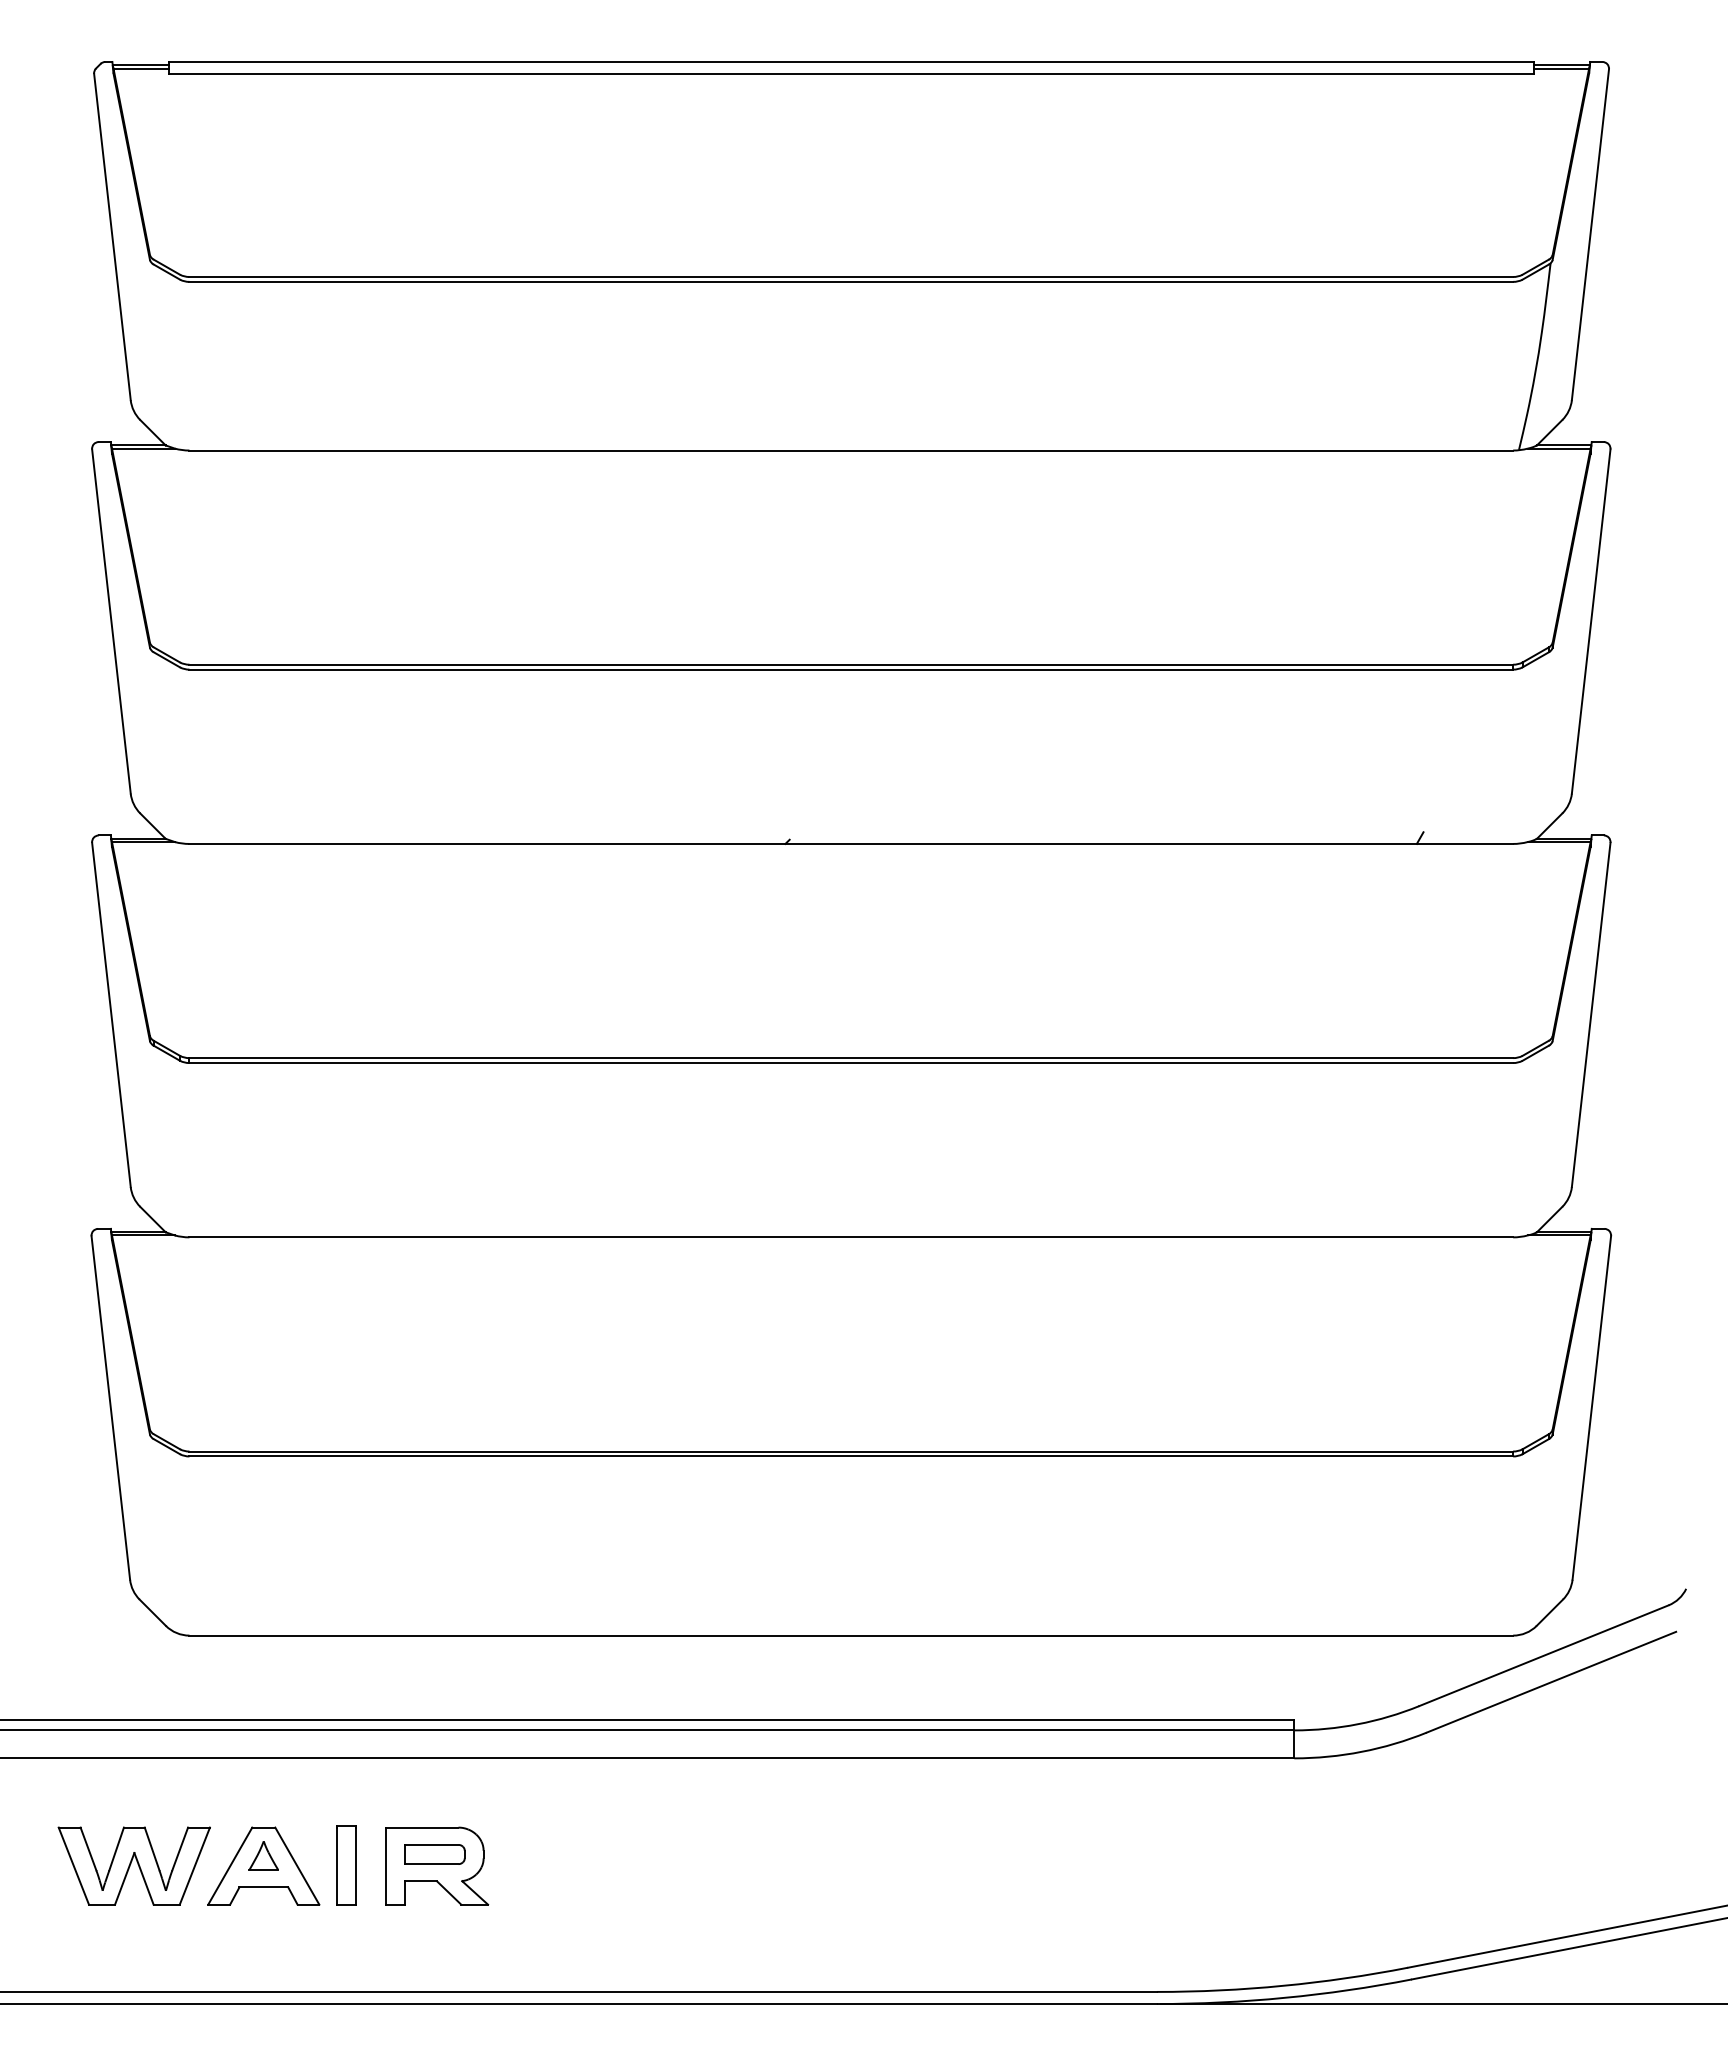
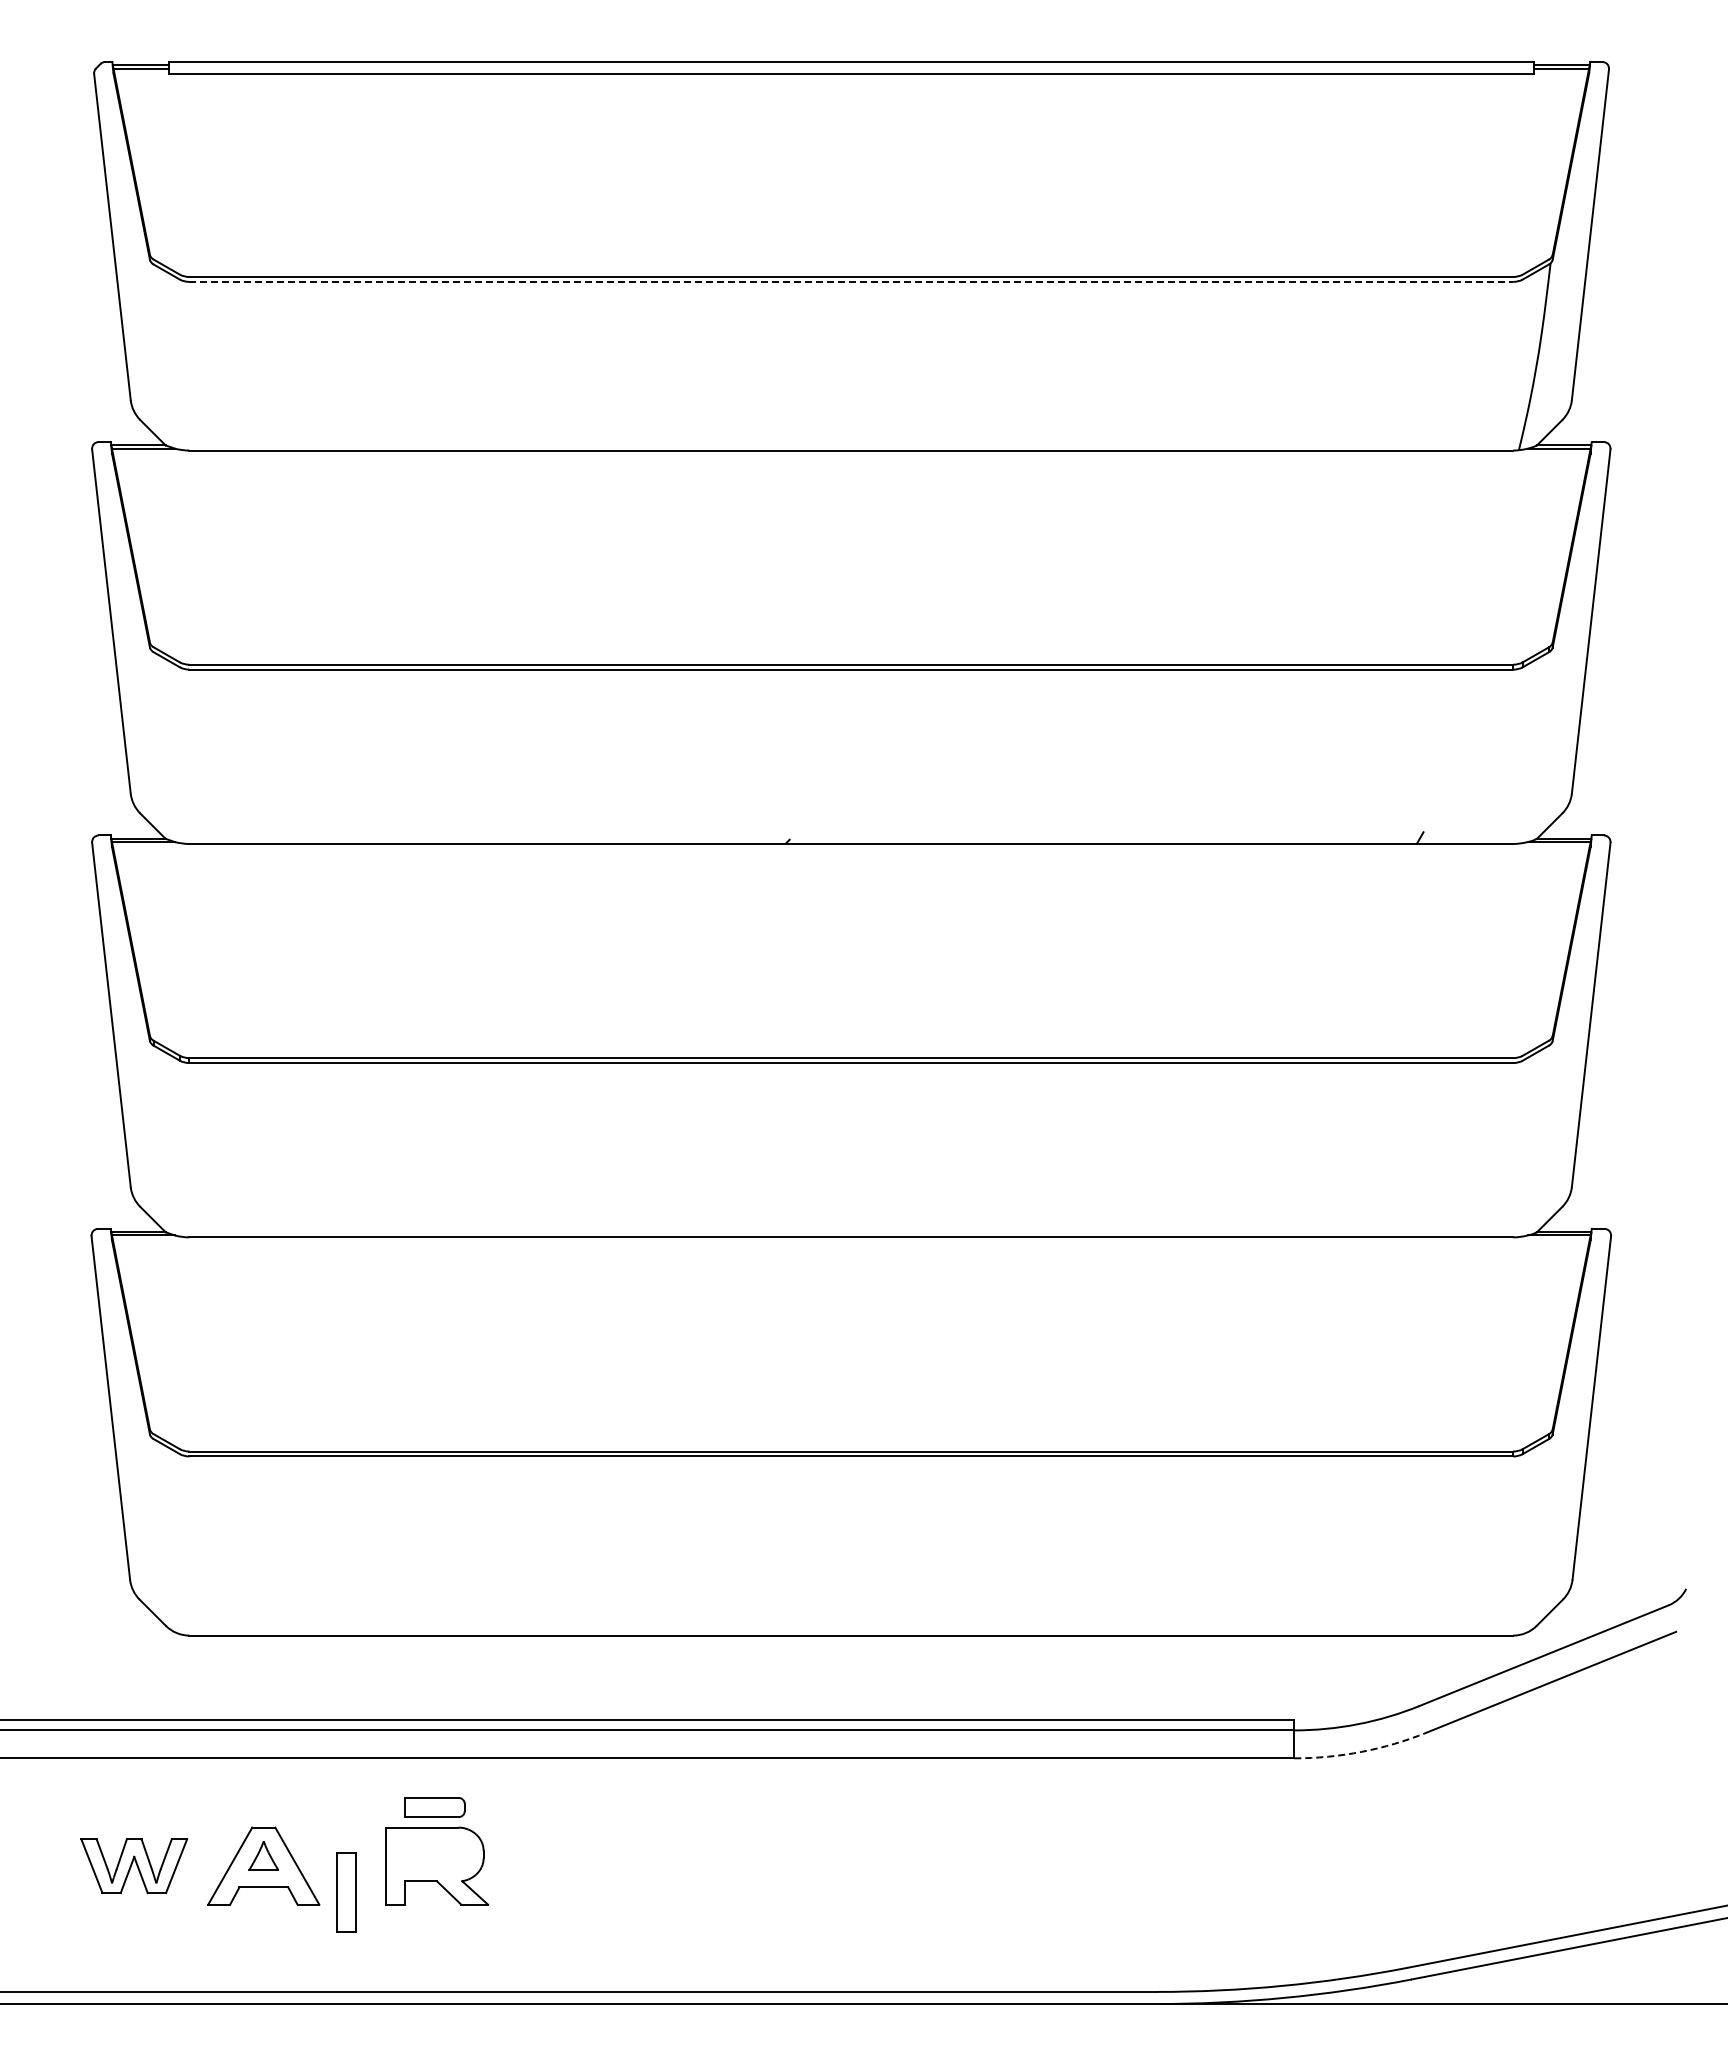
line at (851, 281): solid -> dashed
arc at (1361, 1751): solid -> dashed
part at (434, 1854) position: (434, 1854) -> (434, 1807)
part at (133, 1865) size: 154x80 px -> 109x57 px
part at (346, 1865) position: (346, 1865) -> (346, 1892)
